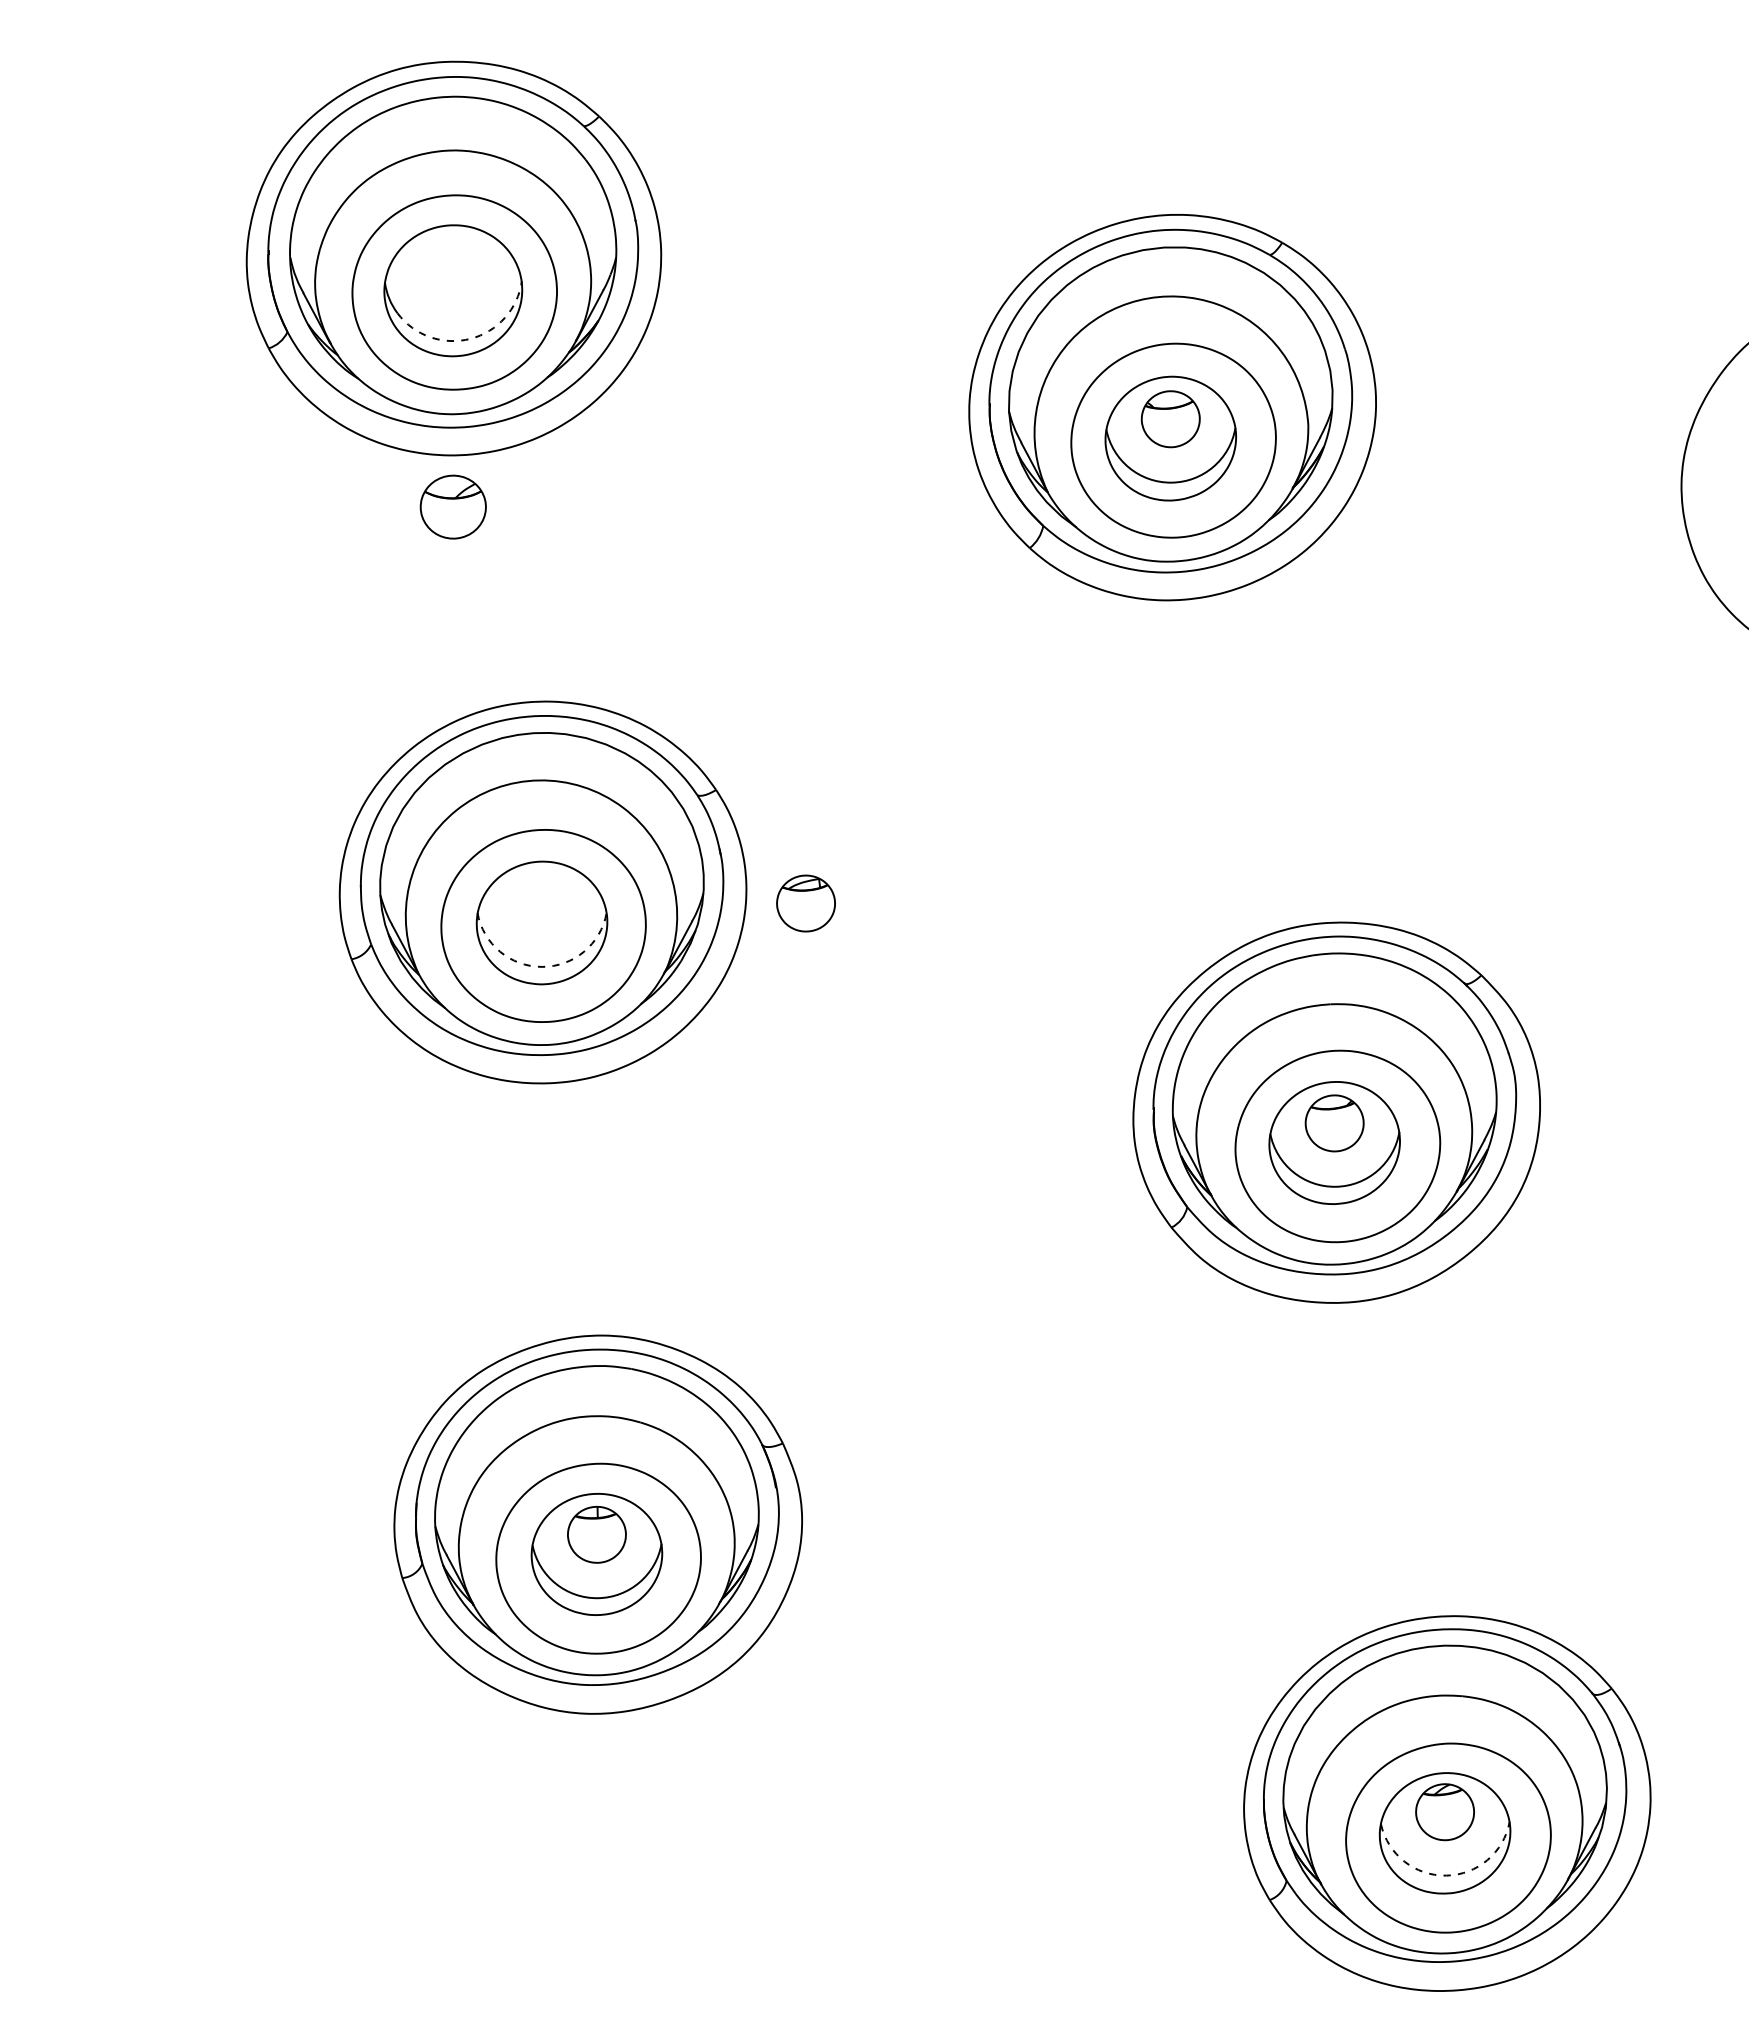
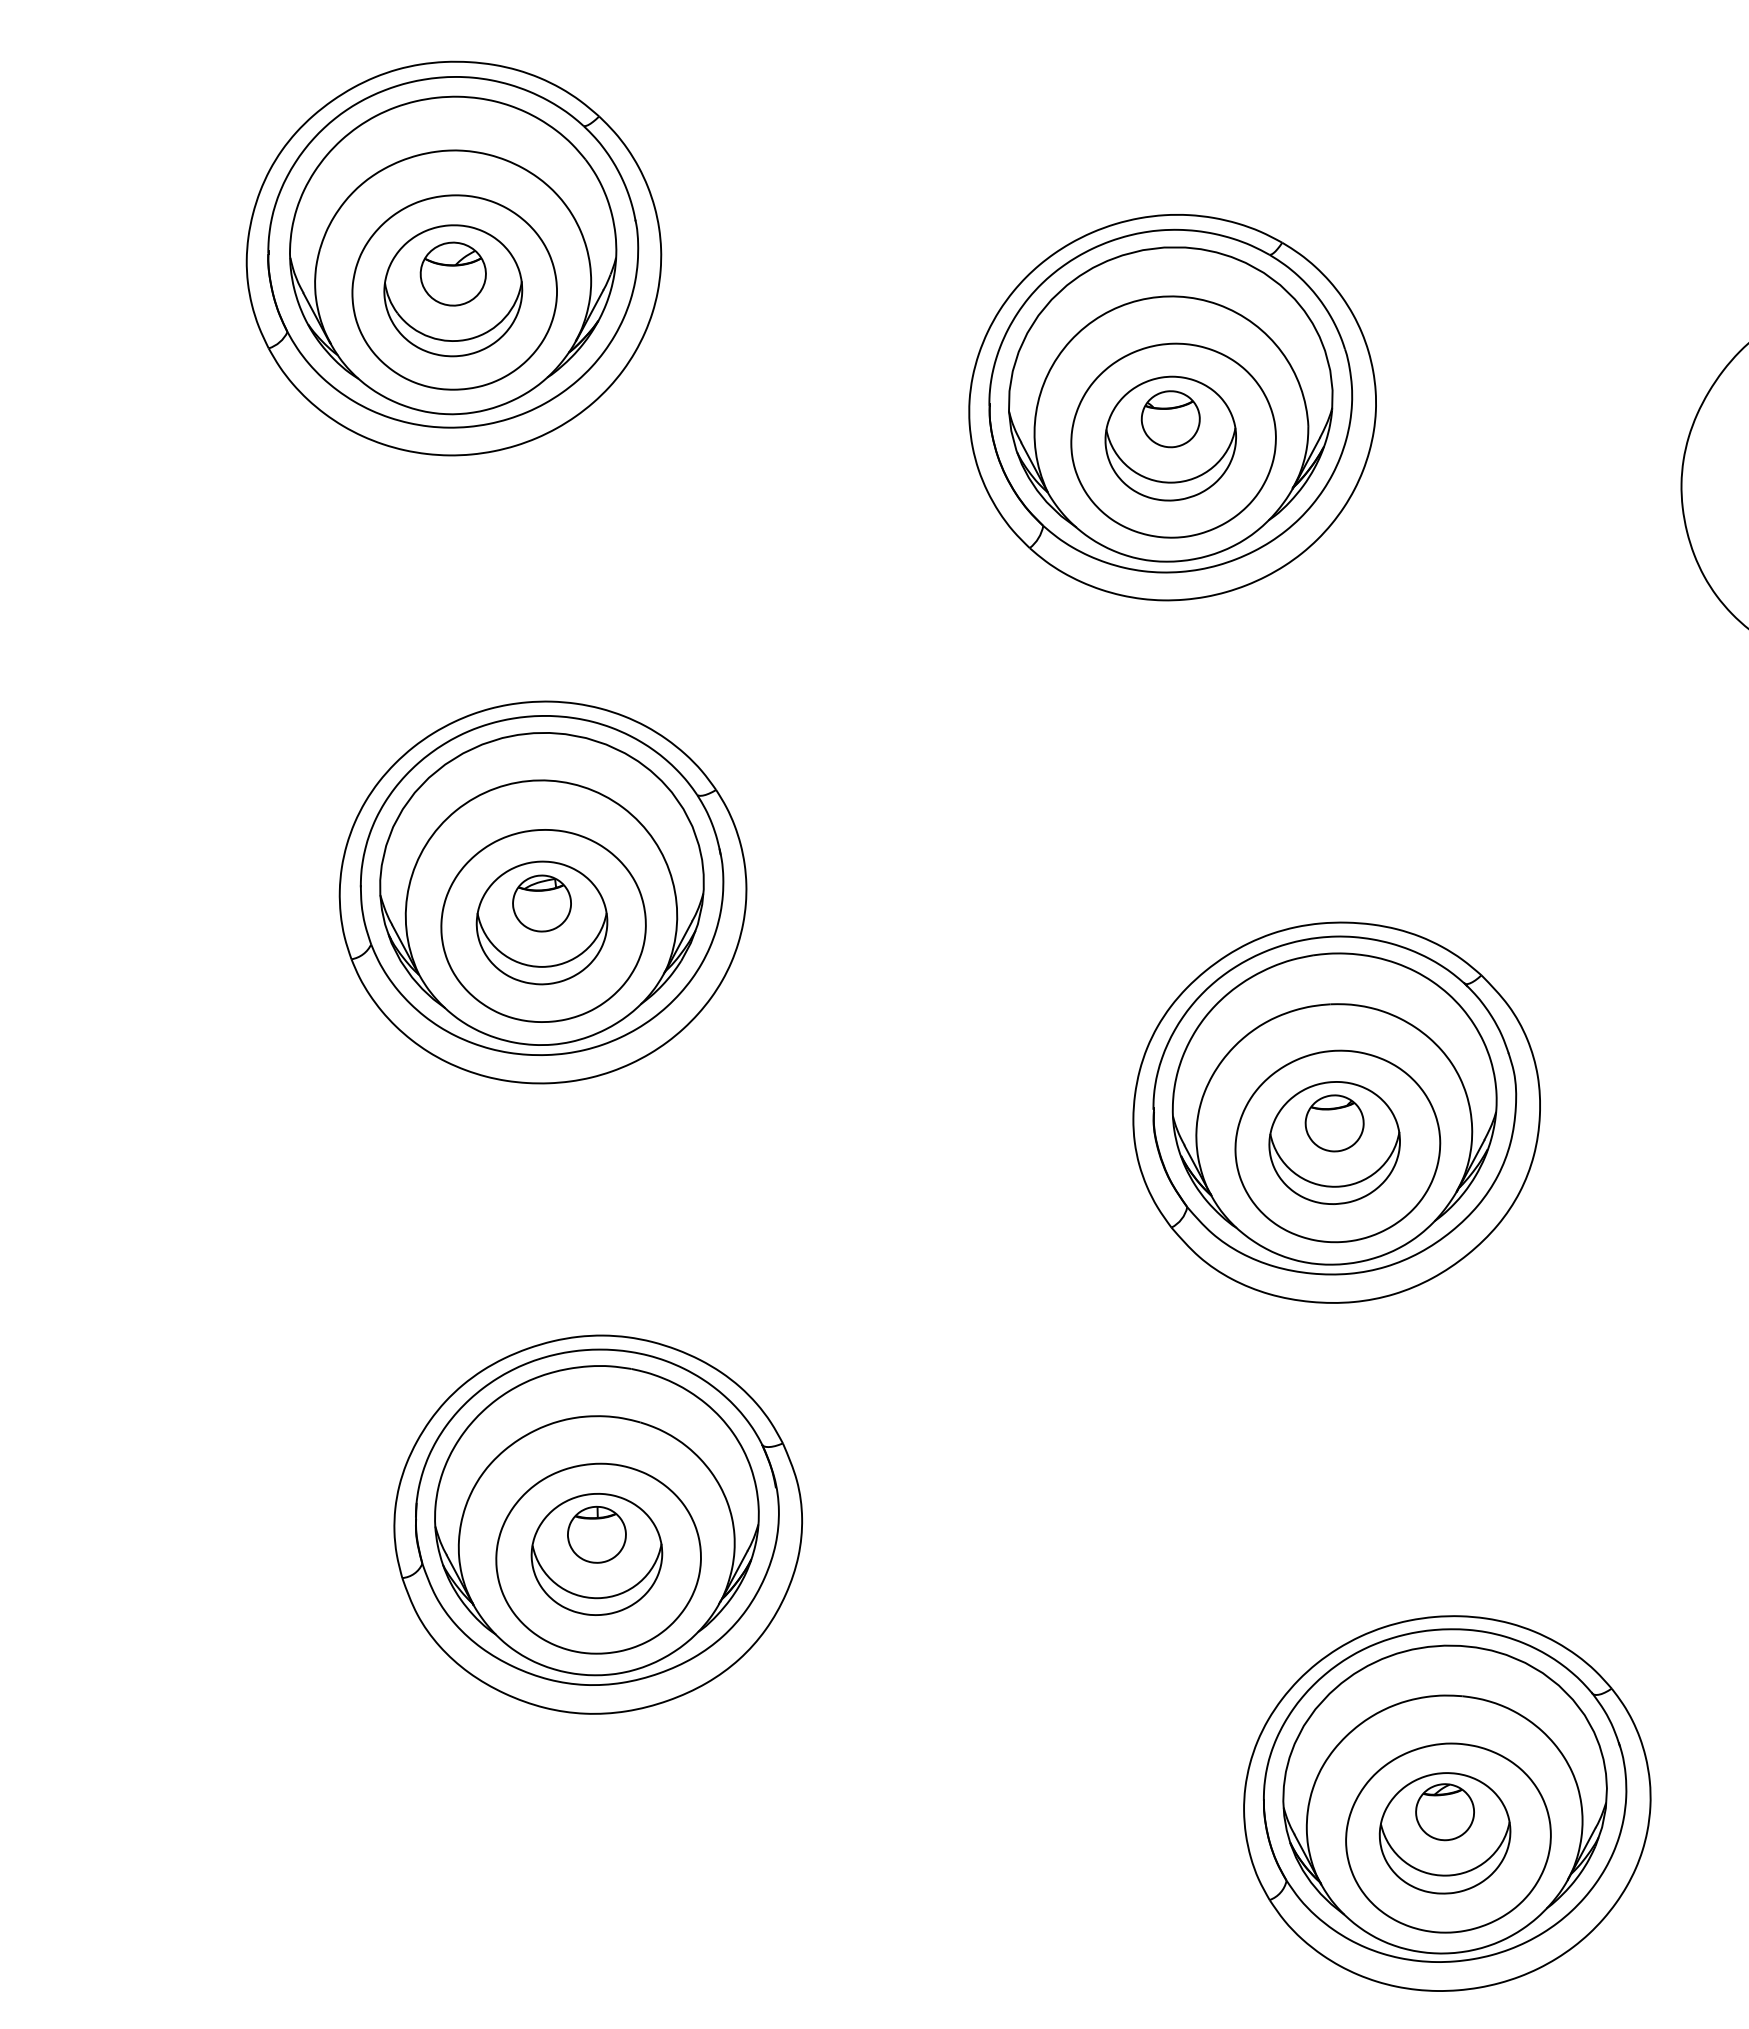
arc at (470, 338): dashed -> solid
part at (452, 506) position: (452, 506) -> (452, 273)
part at (805, 903) position: (805, 903) -> (541, 903)
arc at (542, 966): dashed -> solid
arc at (1446, 1875): dashed -> solid
